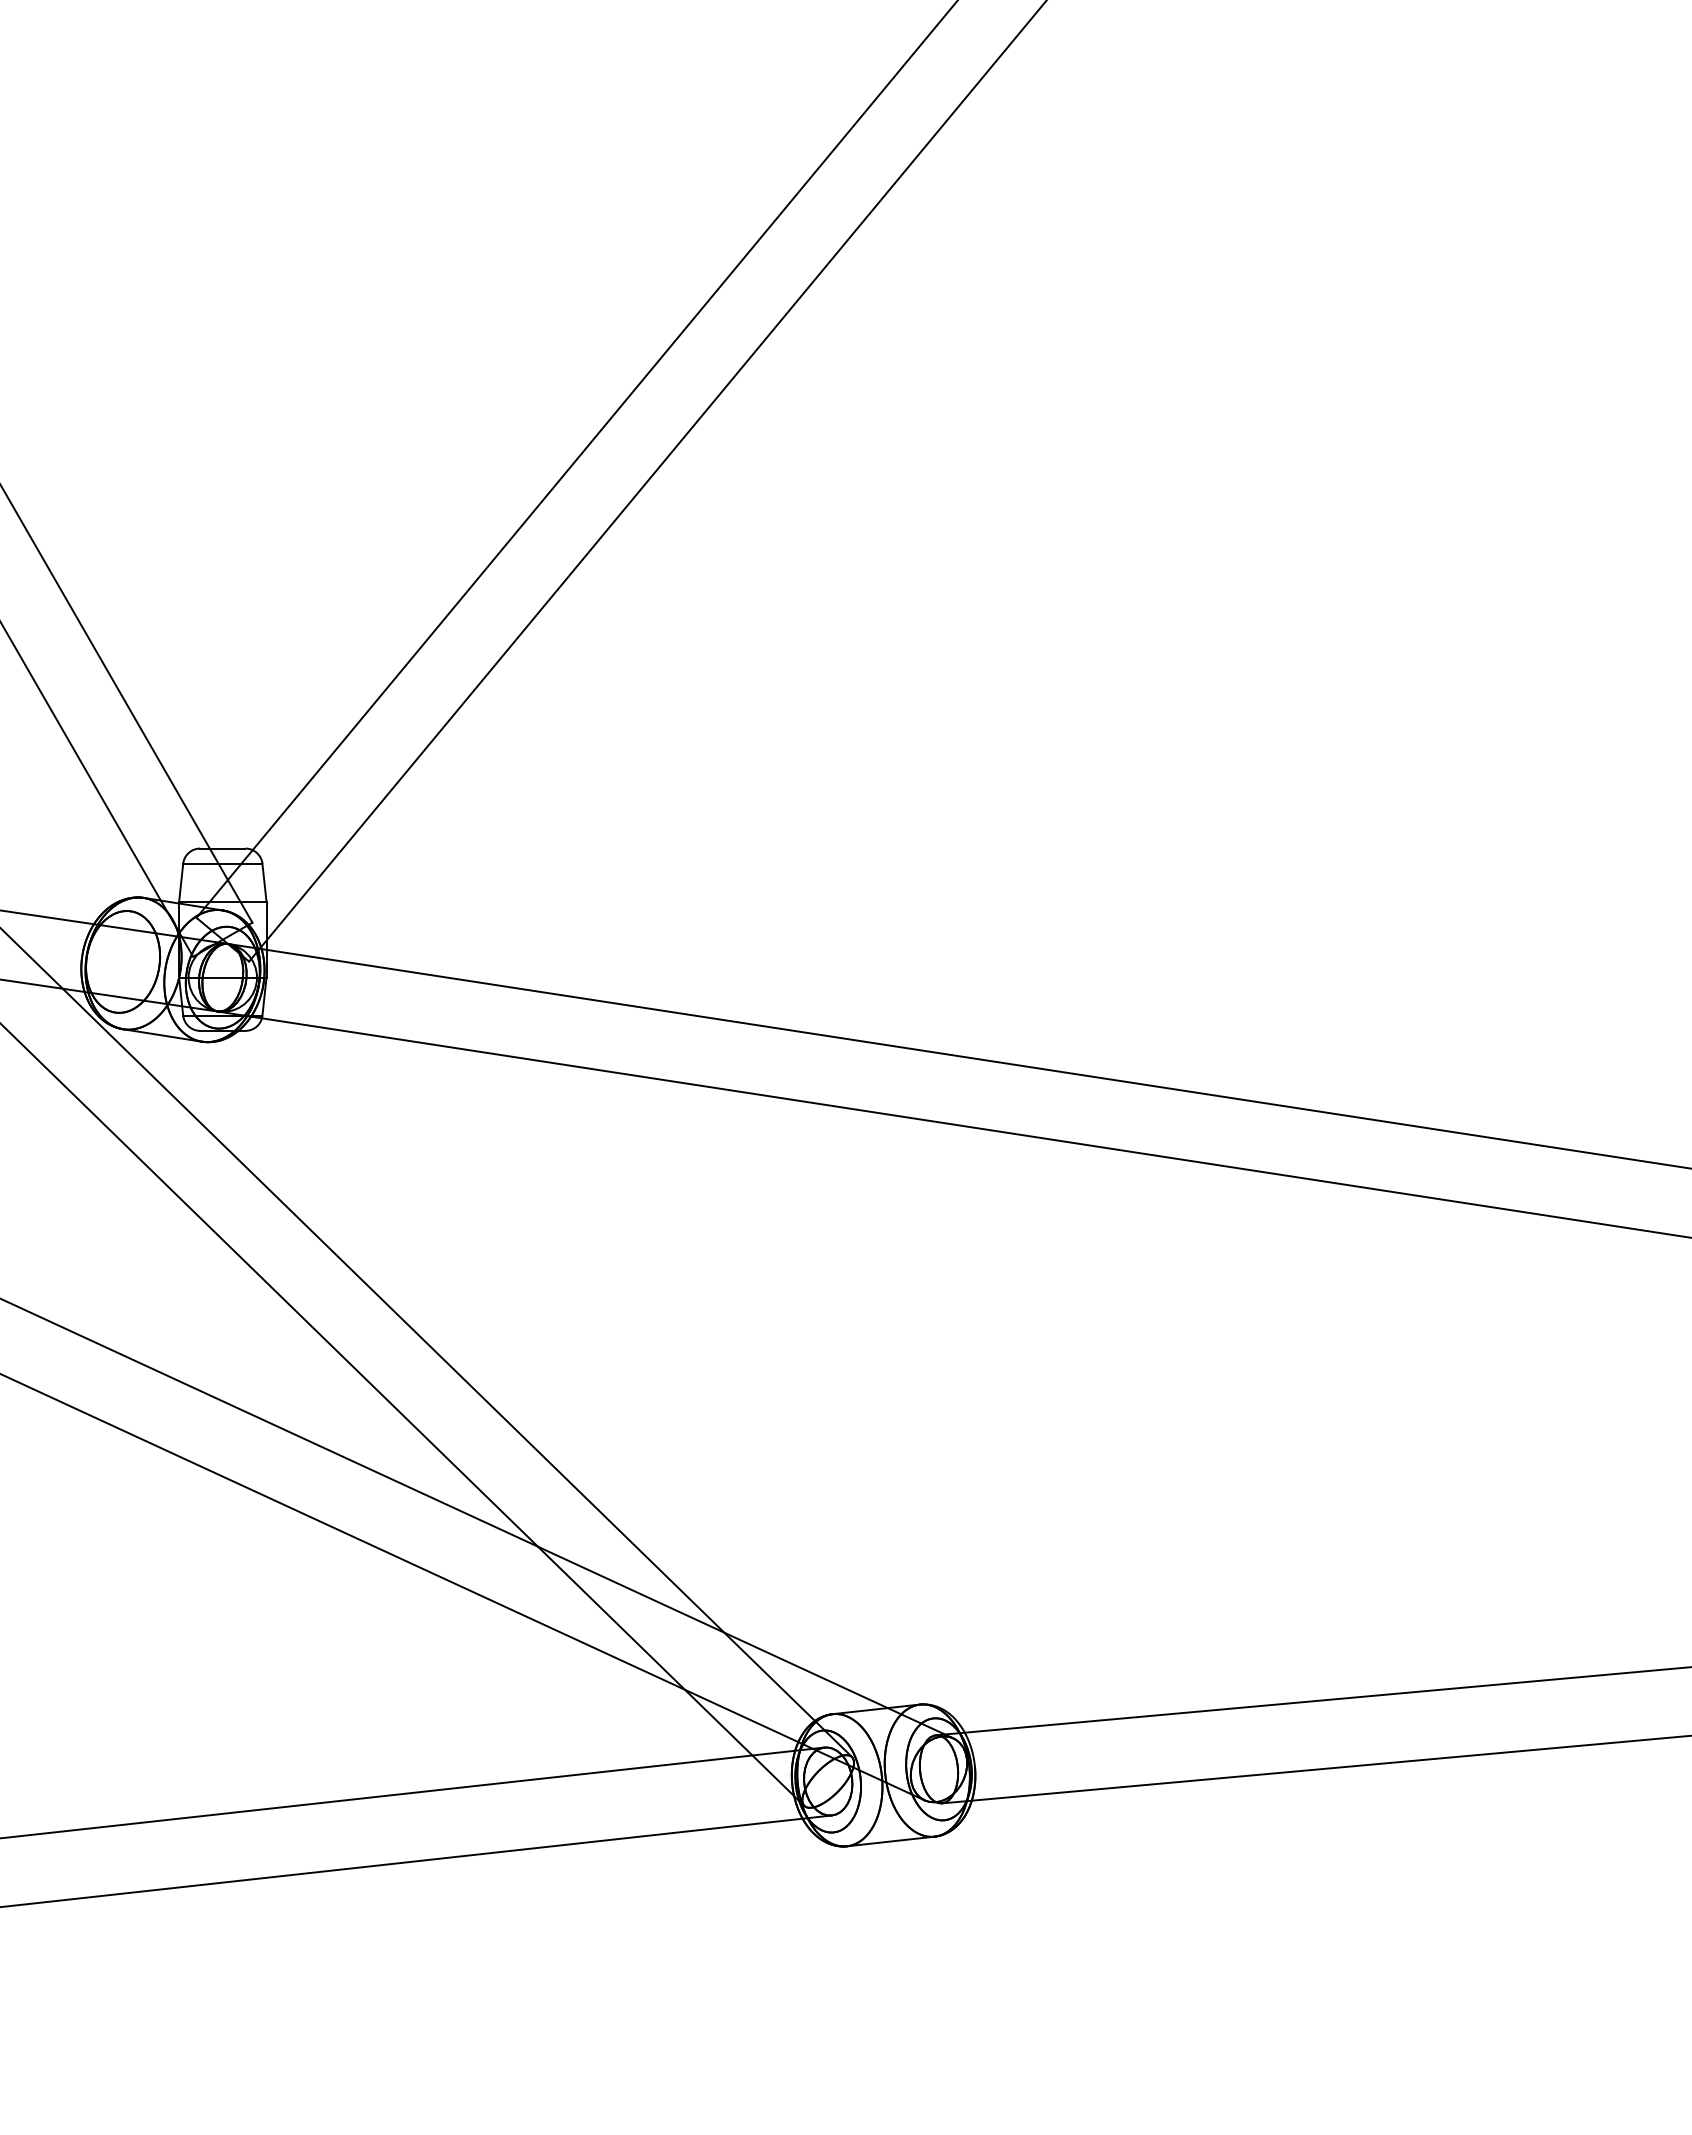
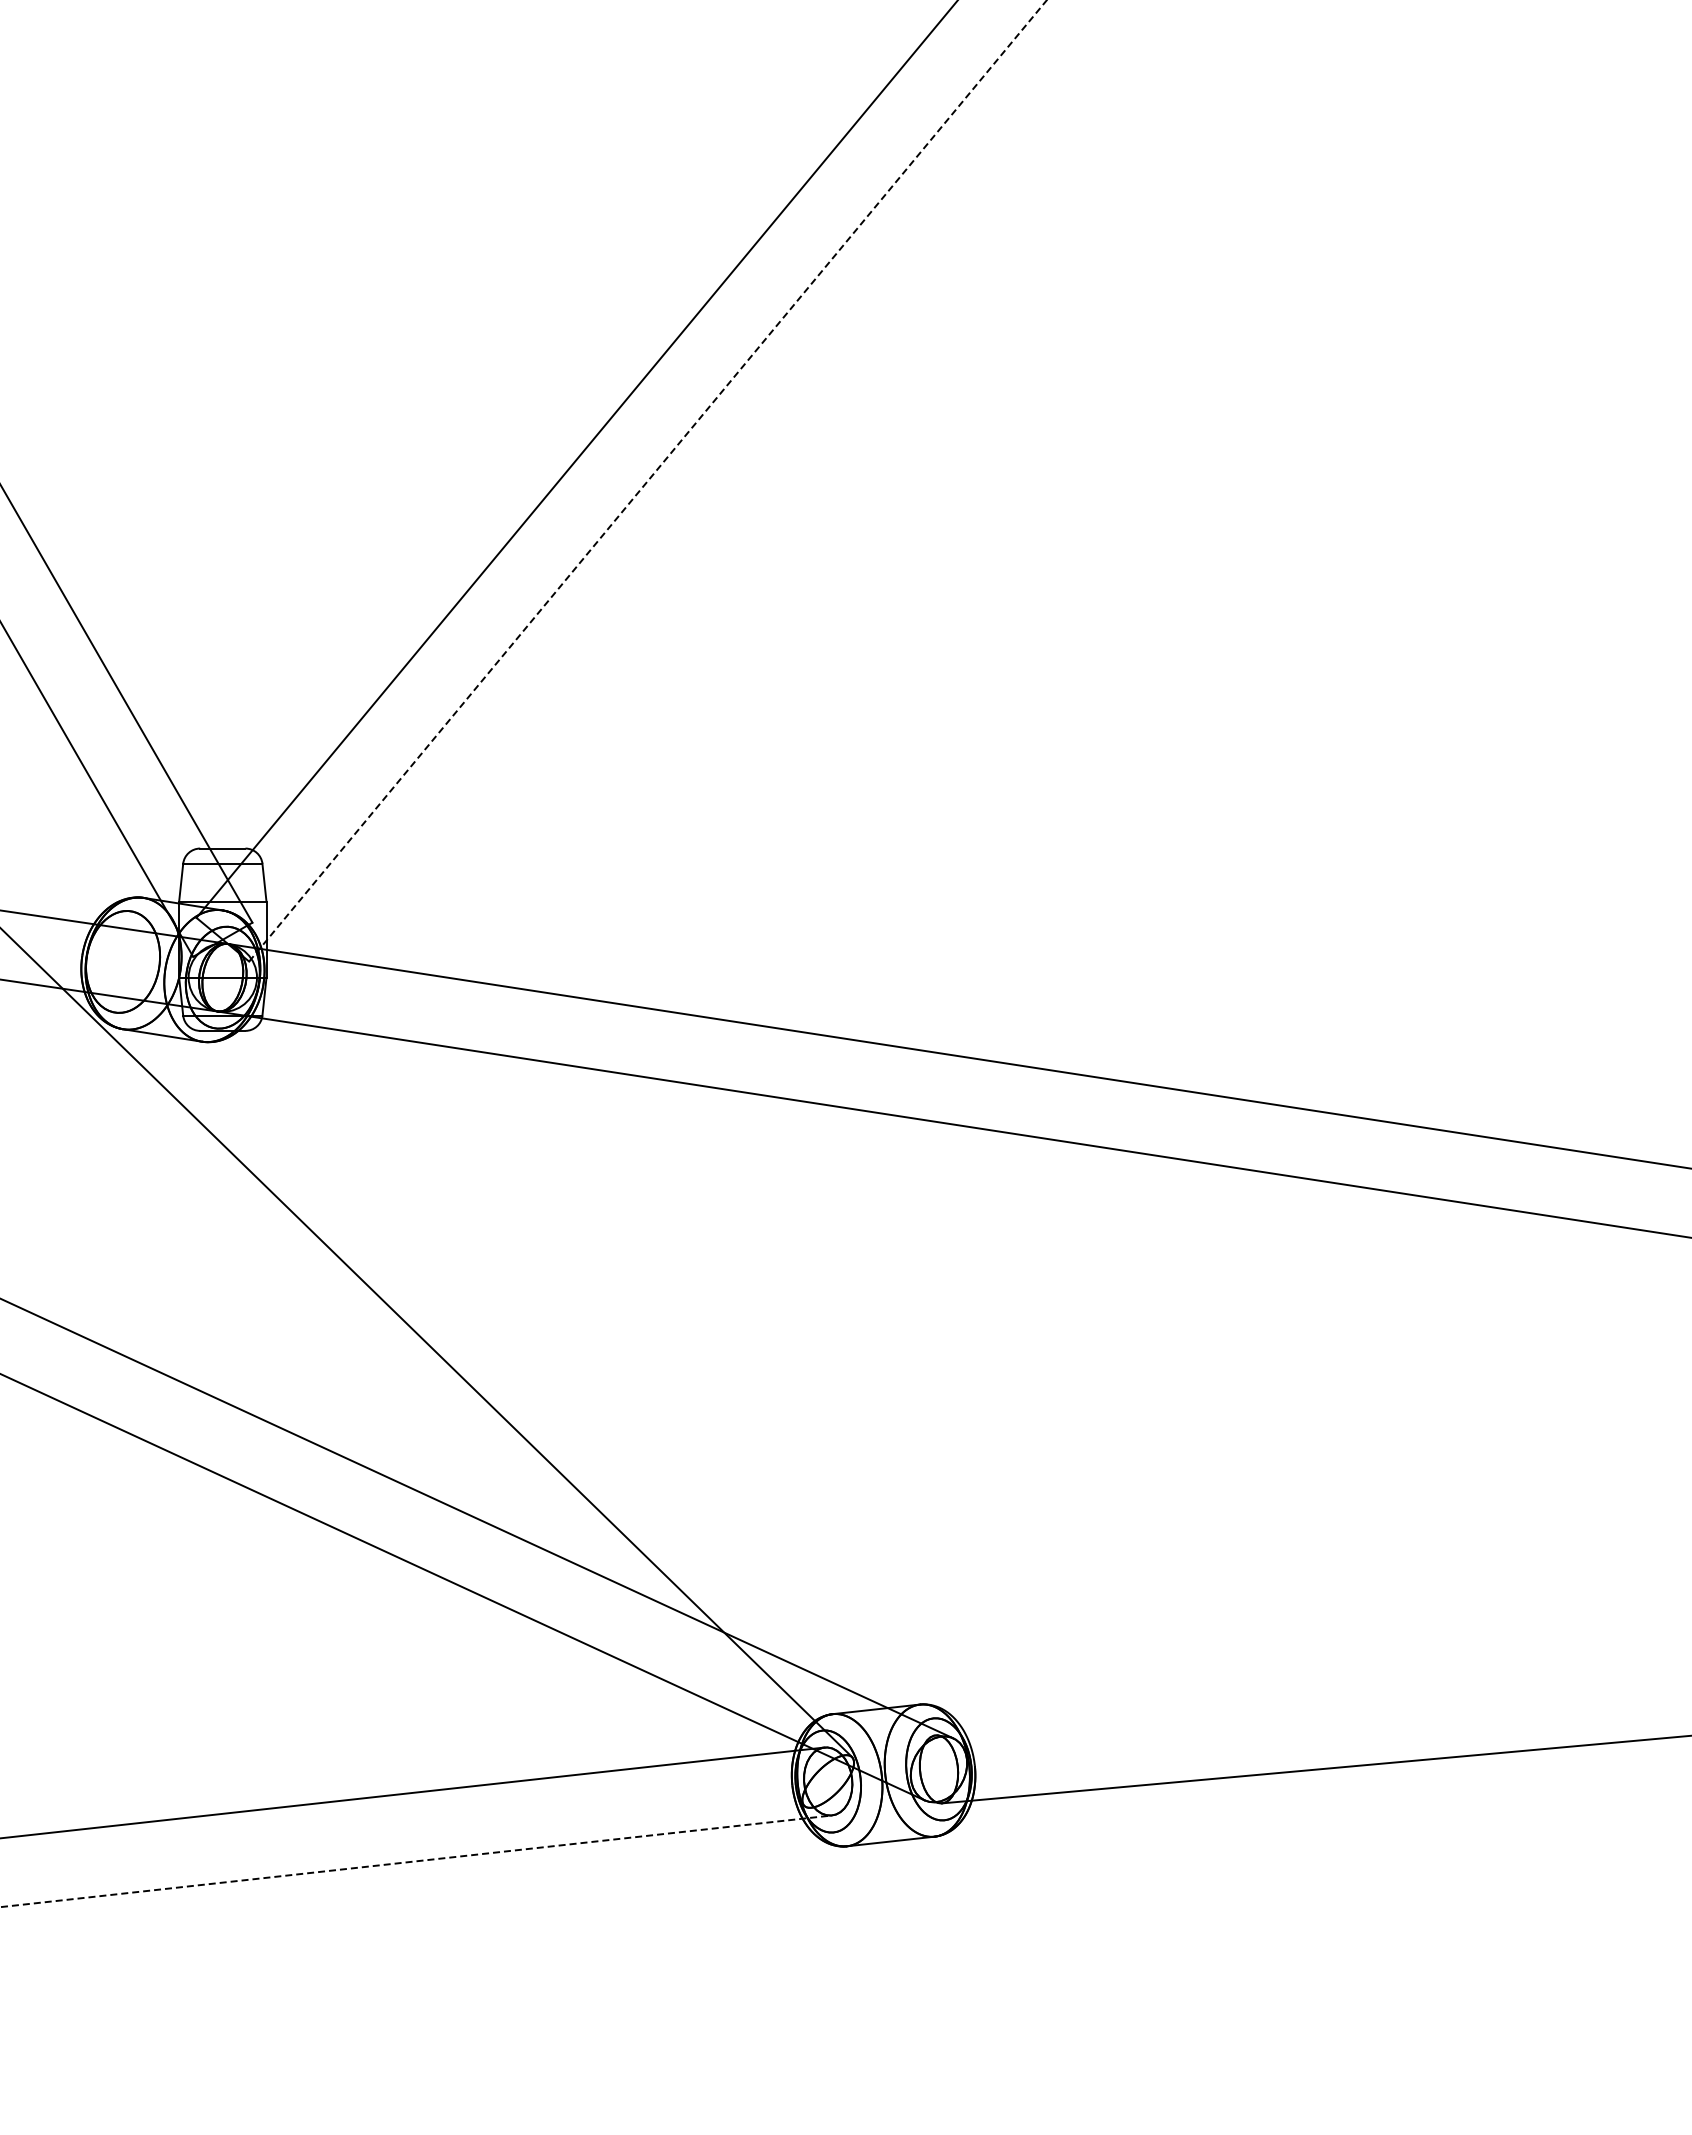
line at (648, 480): solid -> dashed
line at (403, 1415): present -> none
line at (1311, 1701): present -> none
line at (416, 1861): solid -> dashed
